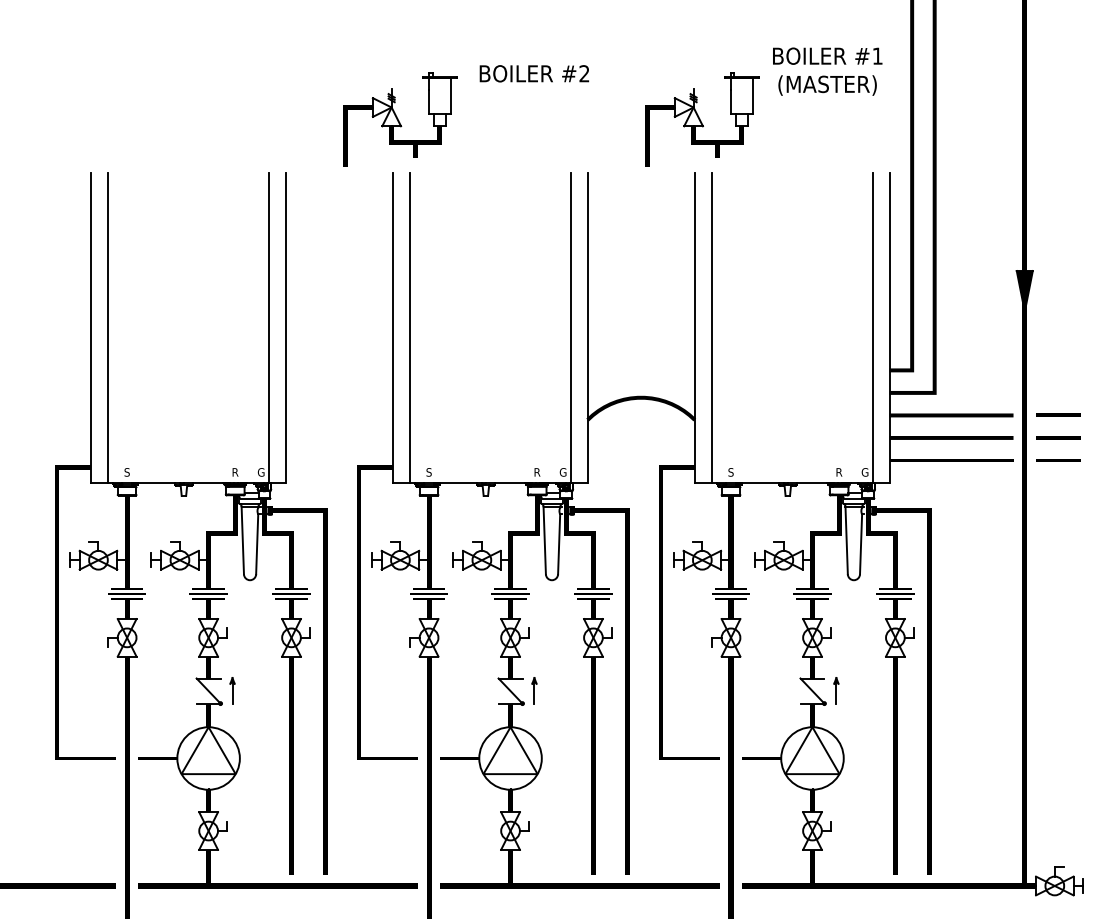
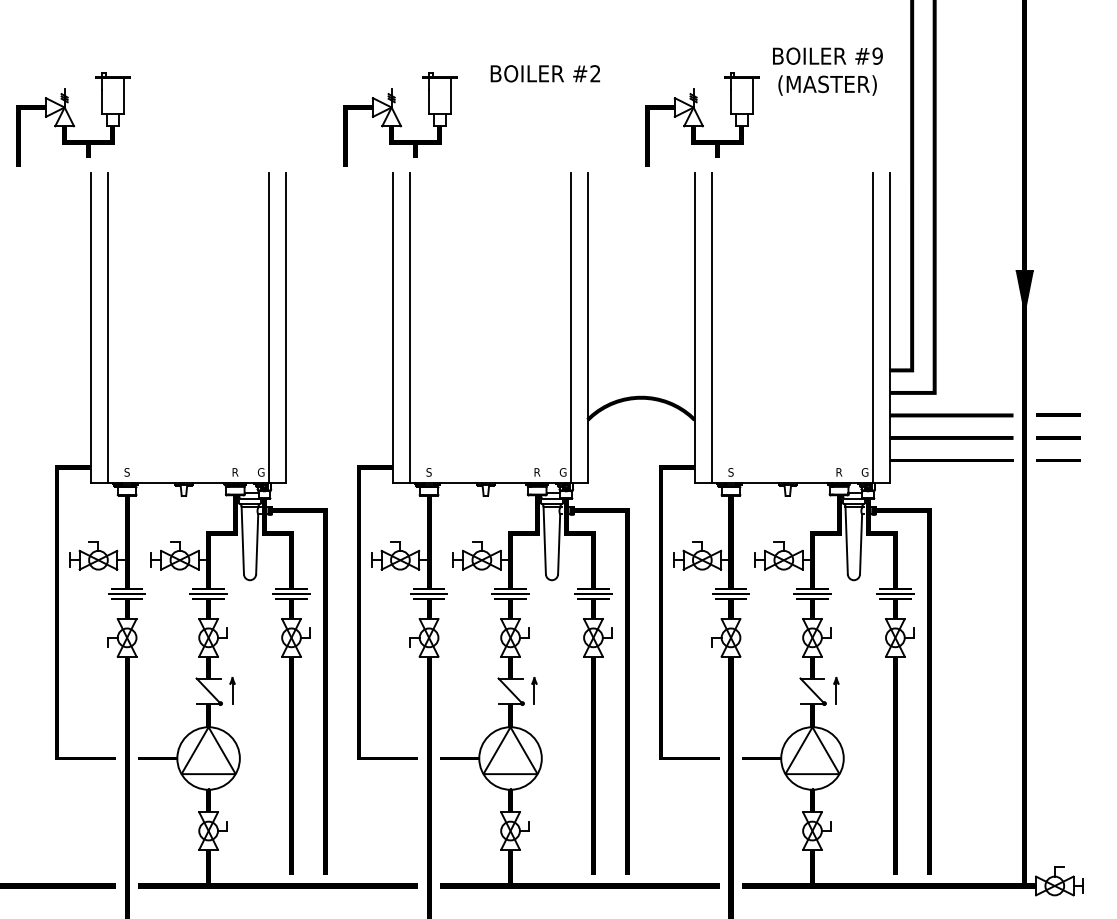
text at (877, 55): #1 -> #9
text at (534, 73) position: (534, 73) -> (545, 73)
part at (73, 119): none -> present
